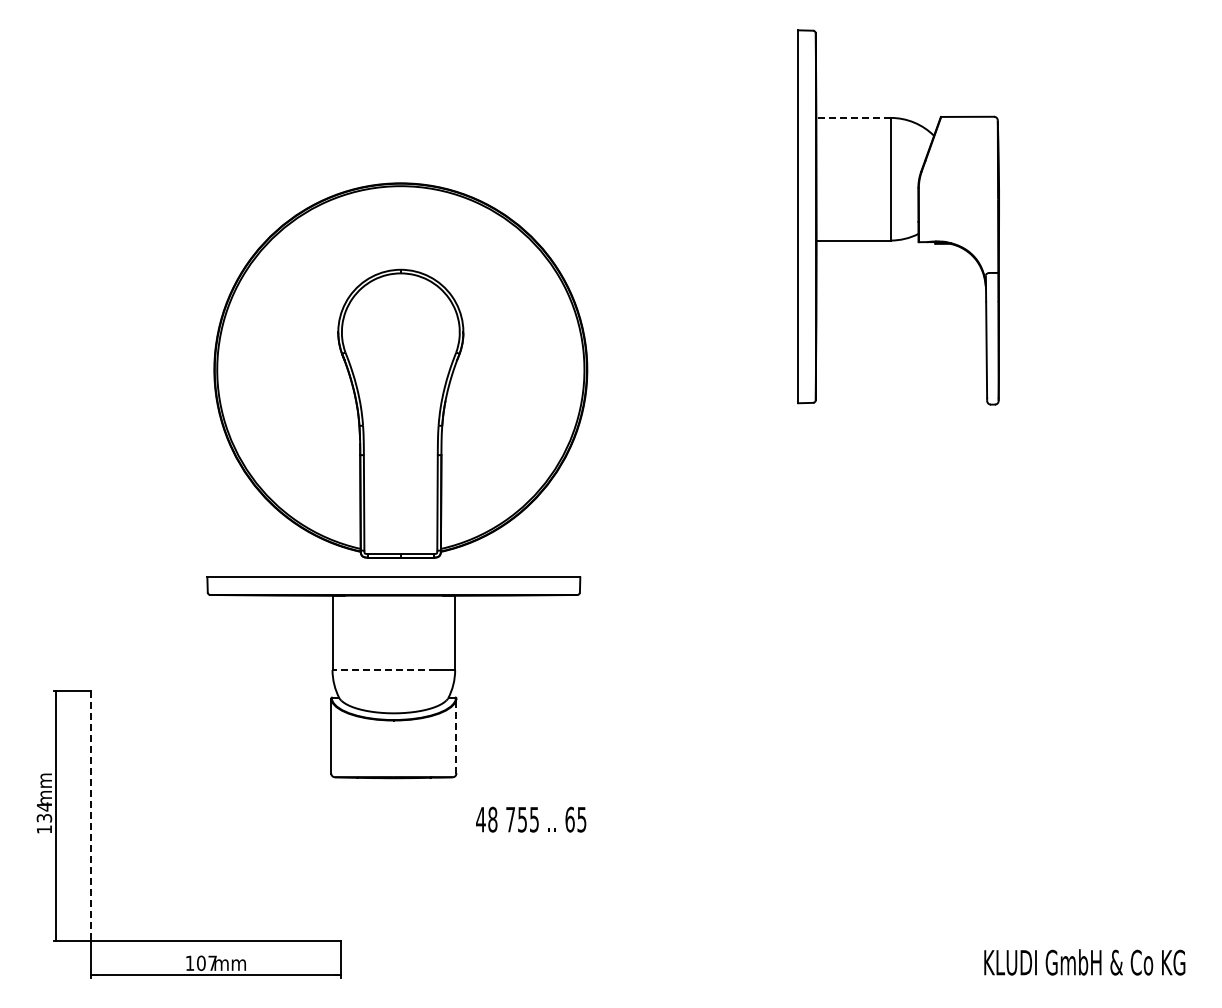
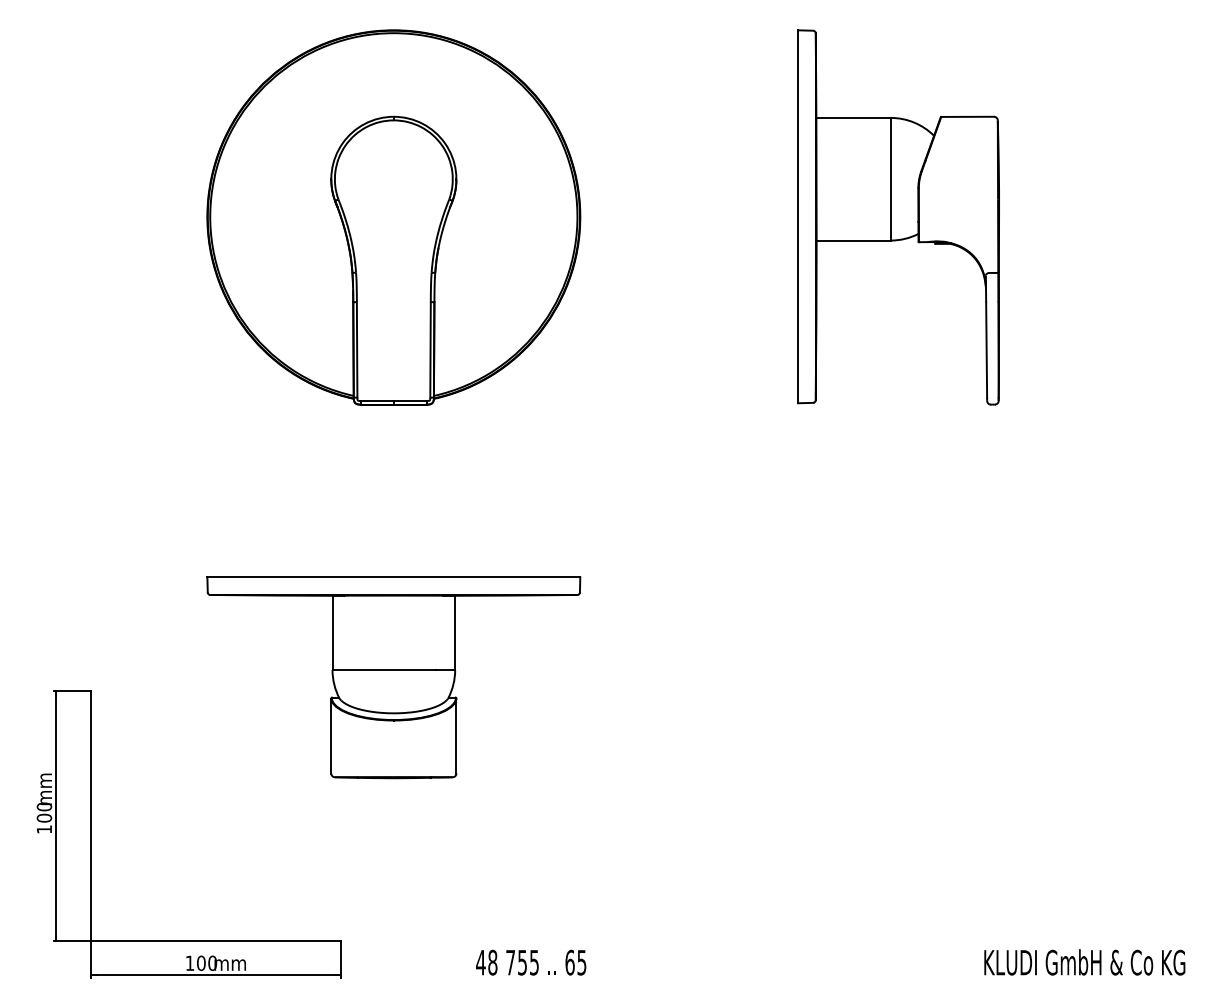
line at (853, 117): dashed -> solid
part at (400, 370) position: (400, 370) -> (393, 217)
line at (384, 670): dashed -> solid
line at (456, 735): dashed -> solid
text at (44, 812): 134 -> 100
line at (91, 816): dashed -> solid
text at (531, 819) position: (531, 819) -> (531, 962)
text at (212, 962): 107 -> 100
